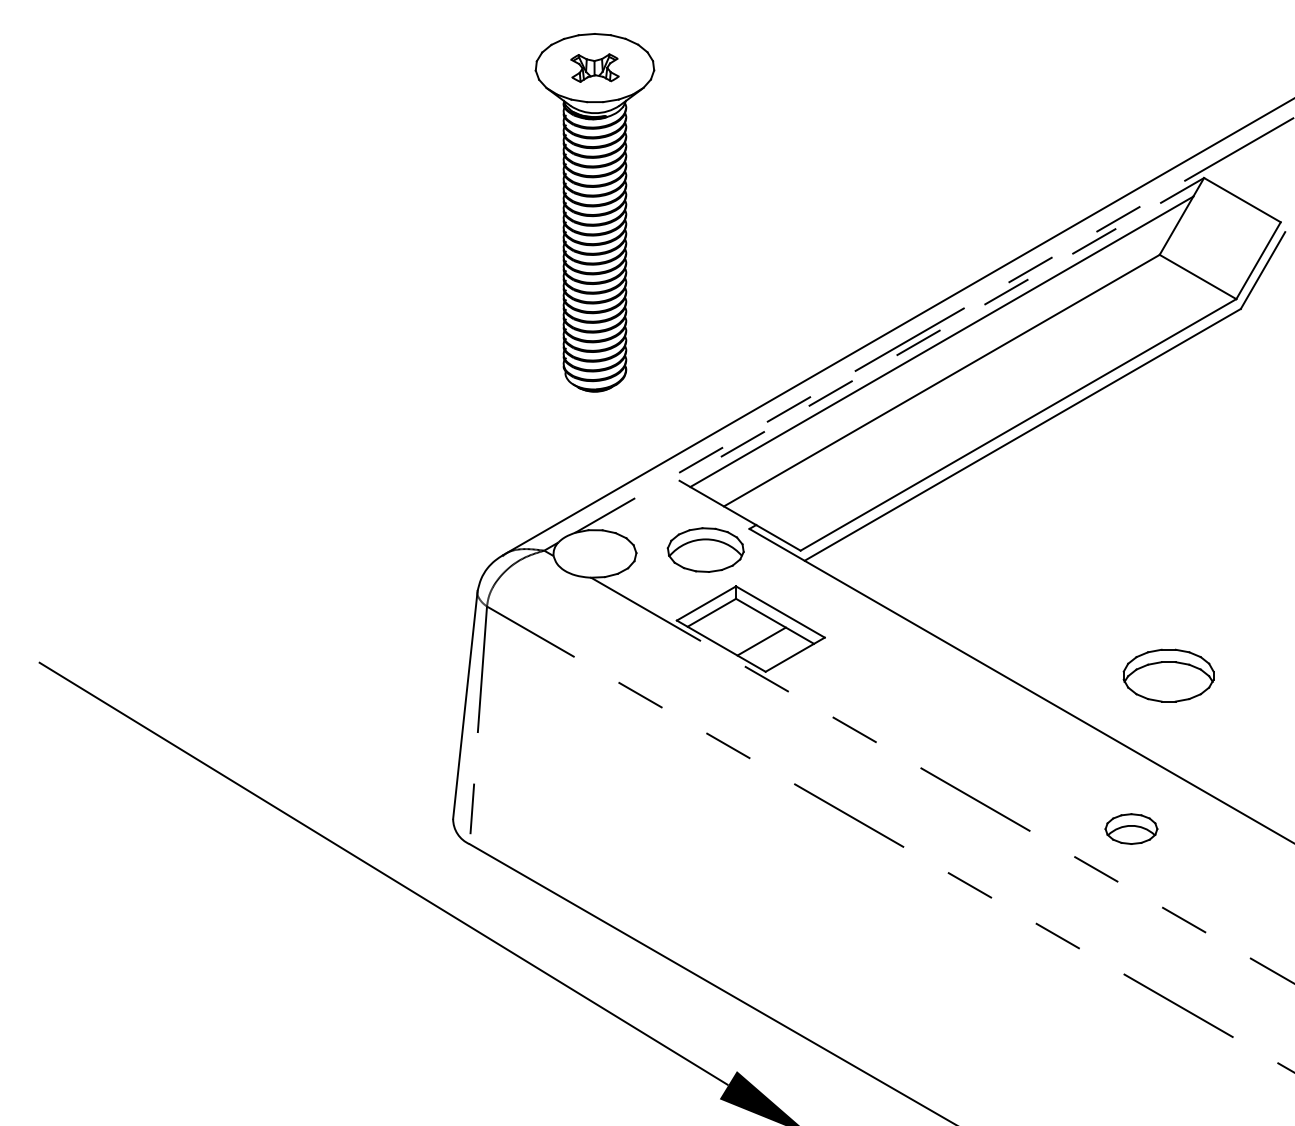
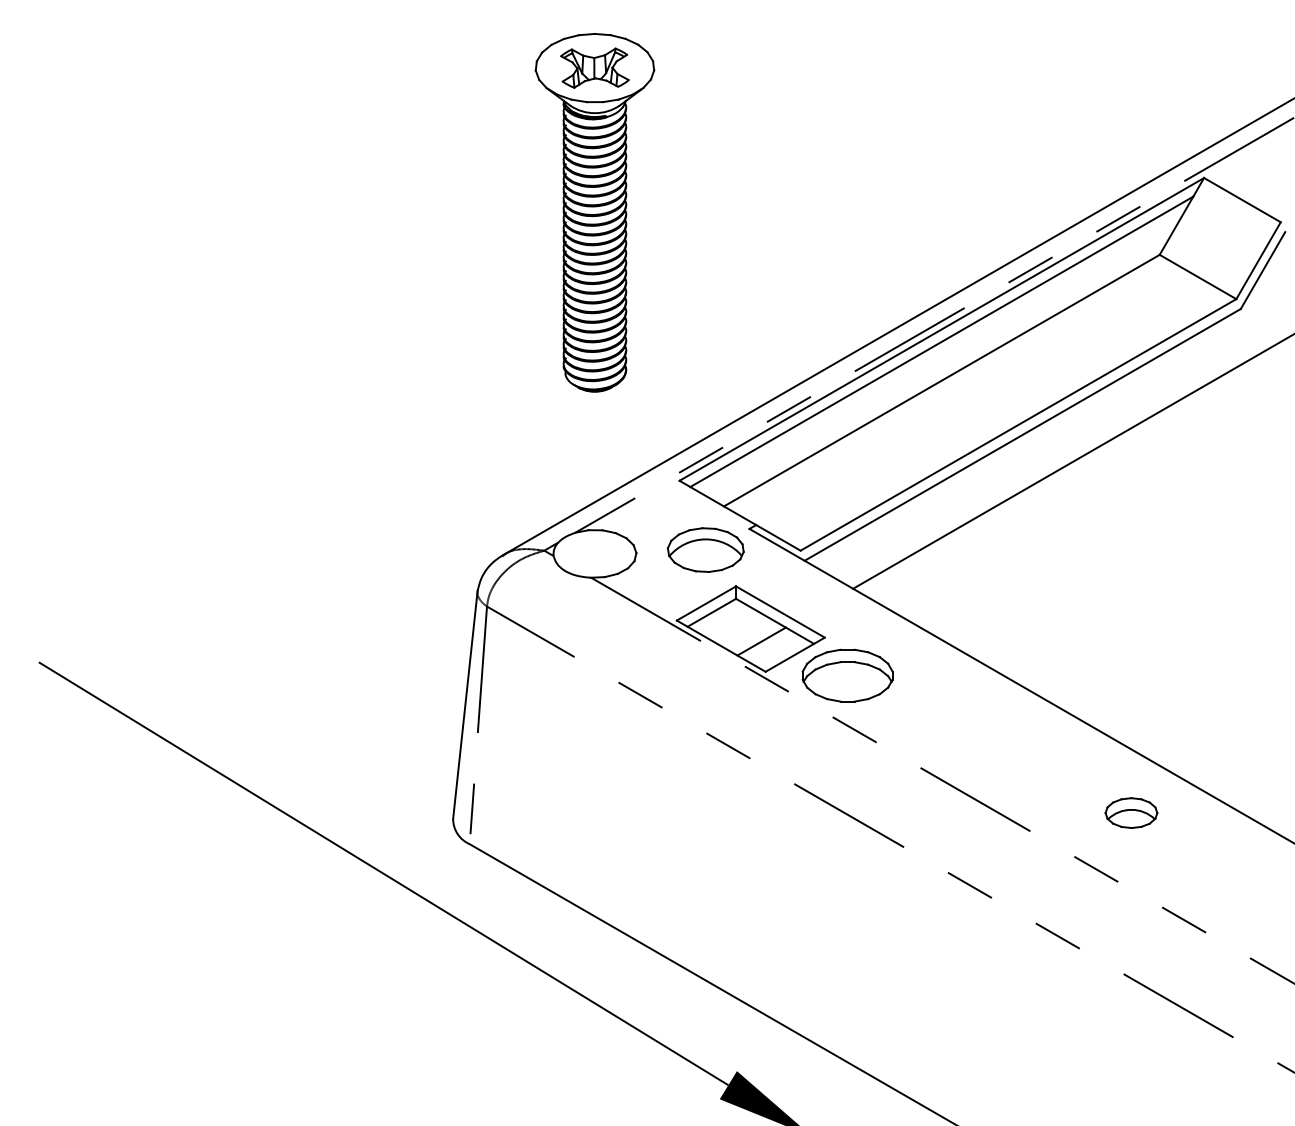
part at (594, 67) size: 50x30 px -> 70x42 px
line at (941, 329): dashed -> solid
line at (1072, 461): none -> present
part at (1168, 675) position: (1168, 675) -> (847, 675)
part at (1131, 828) position: (1131, 828) -> (1131, 812)
